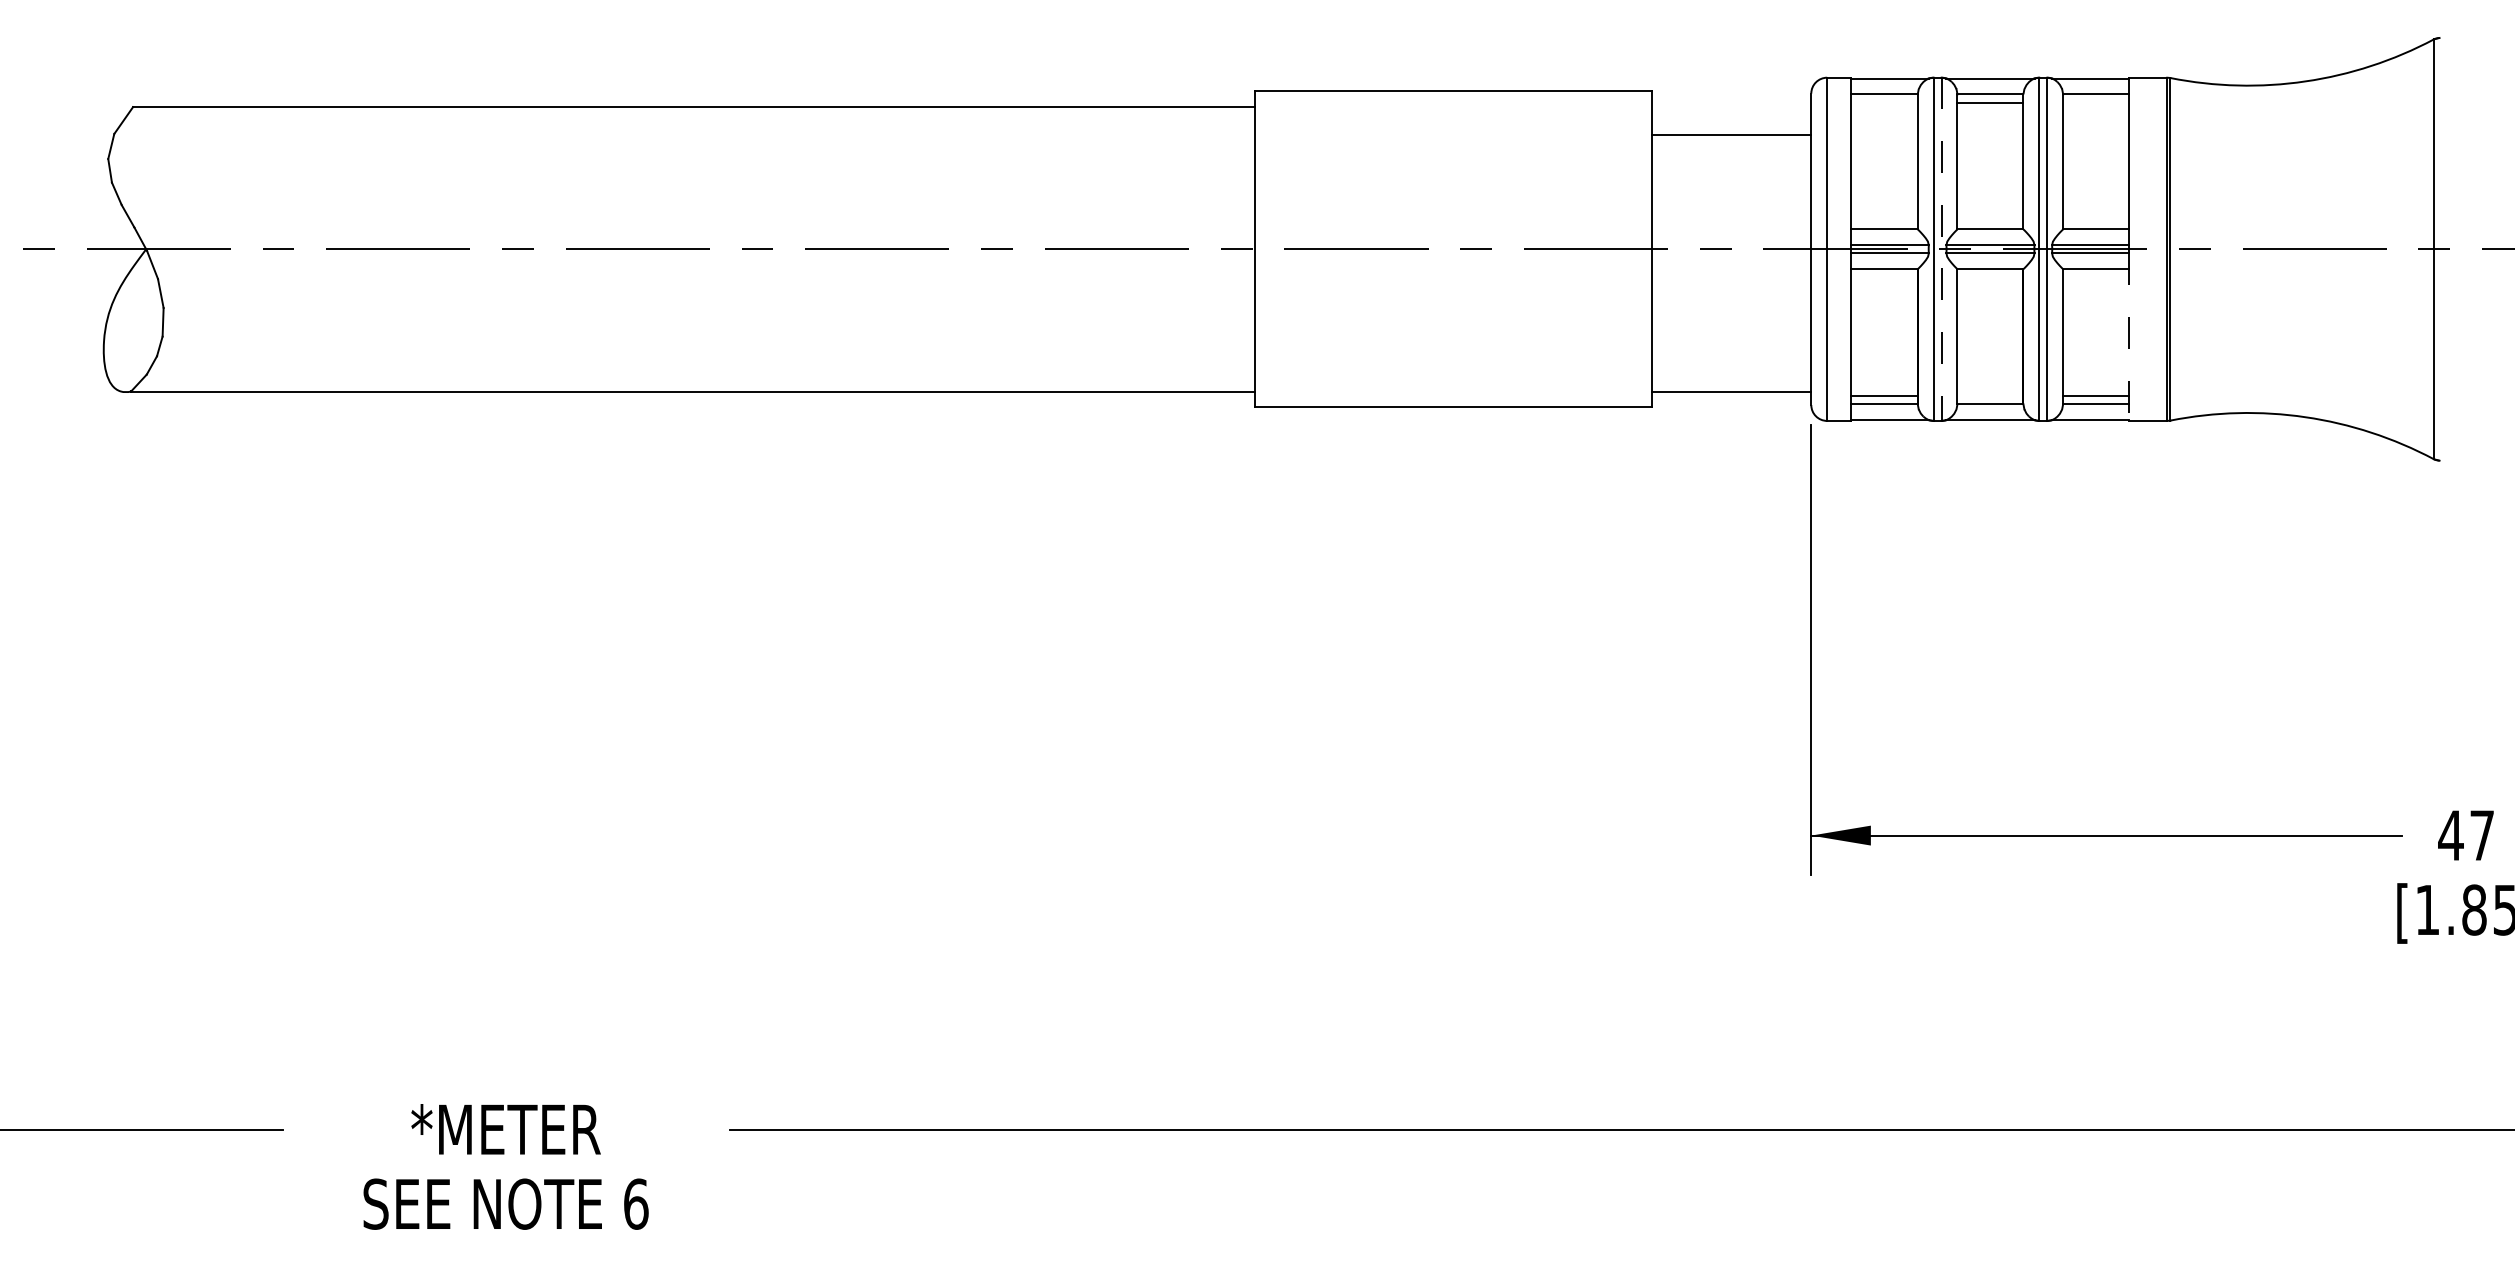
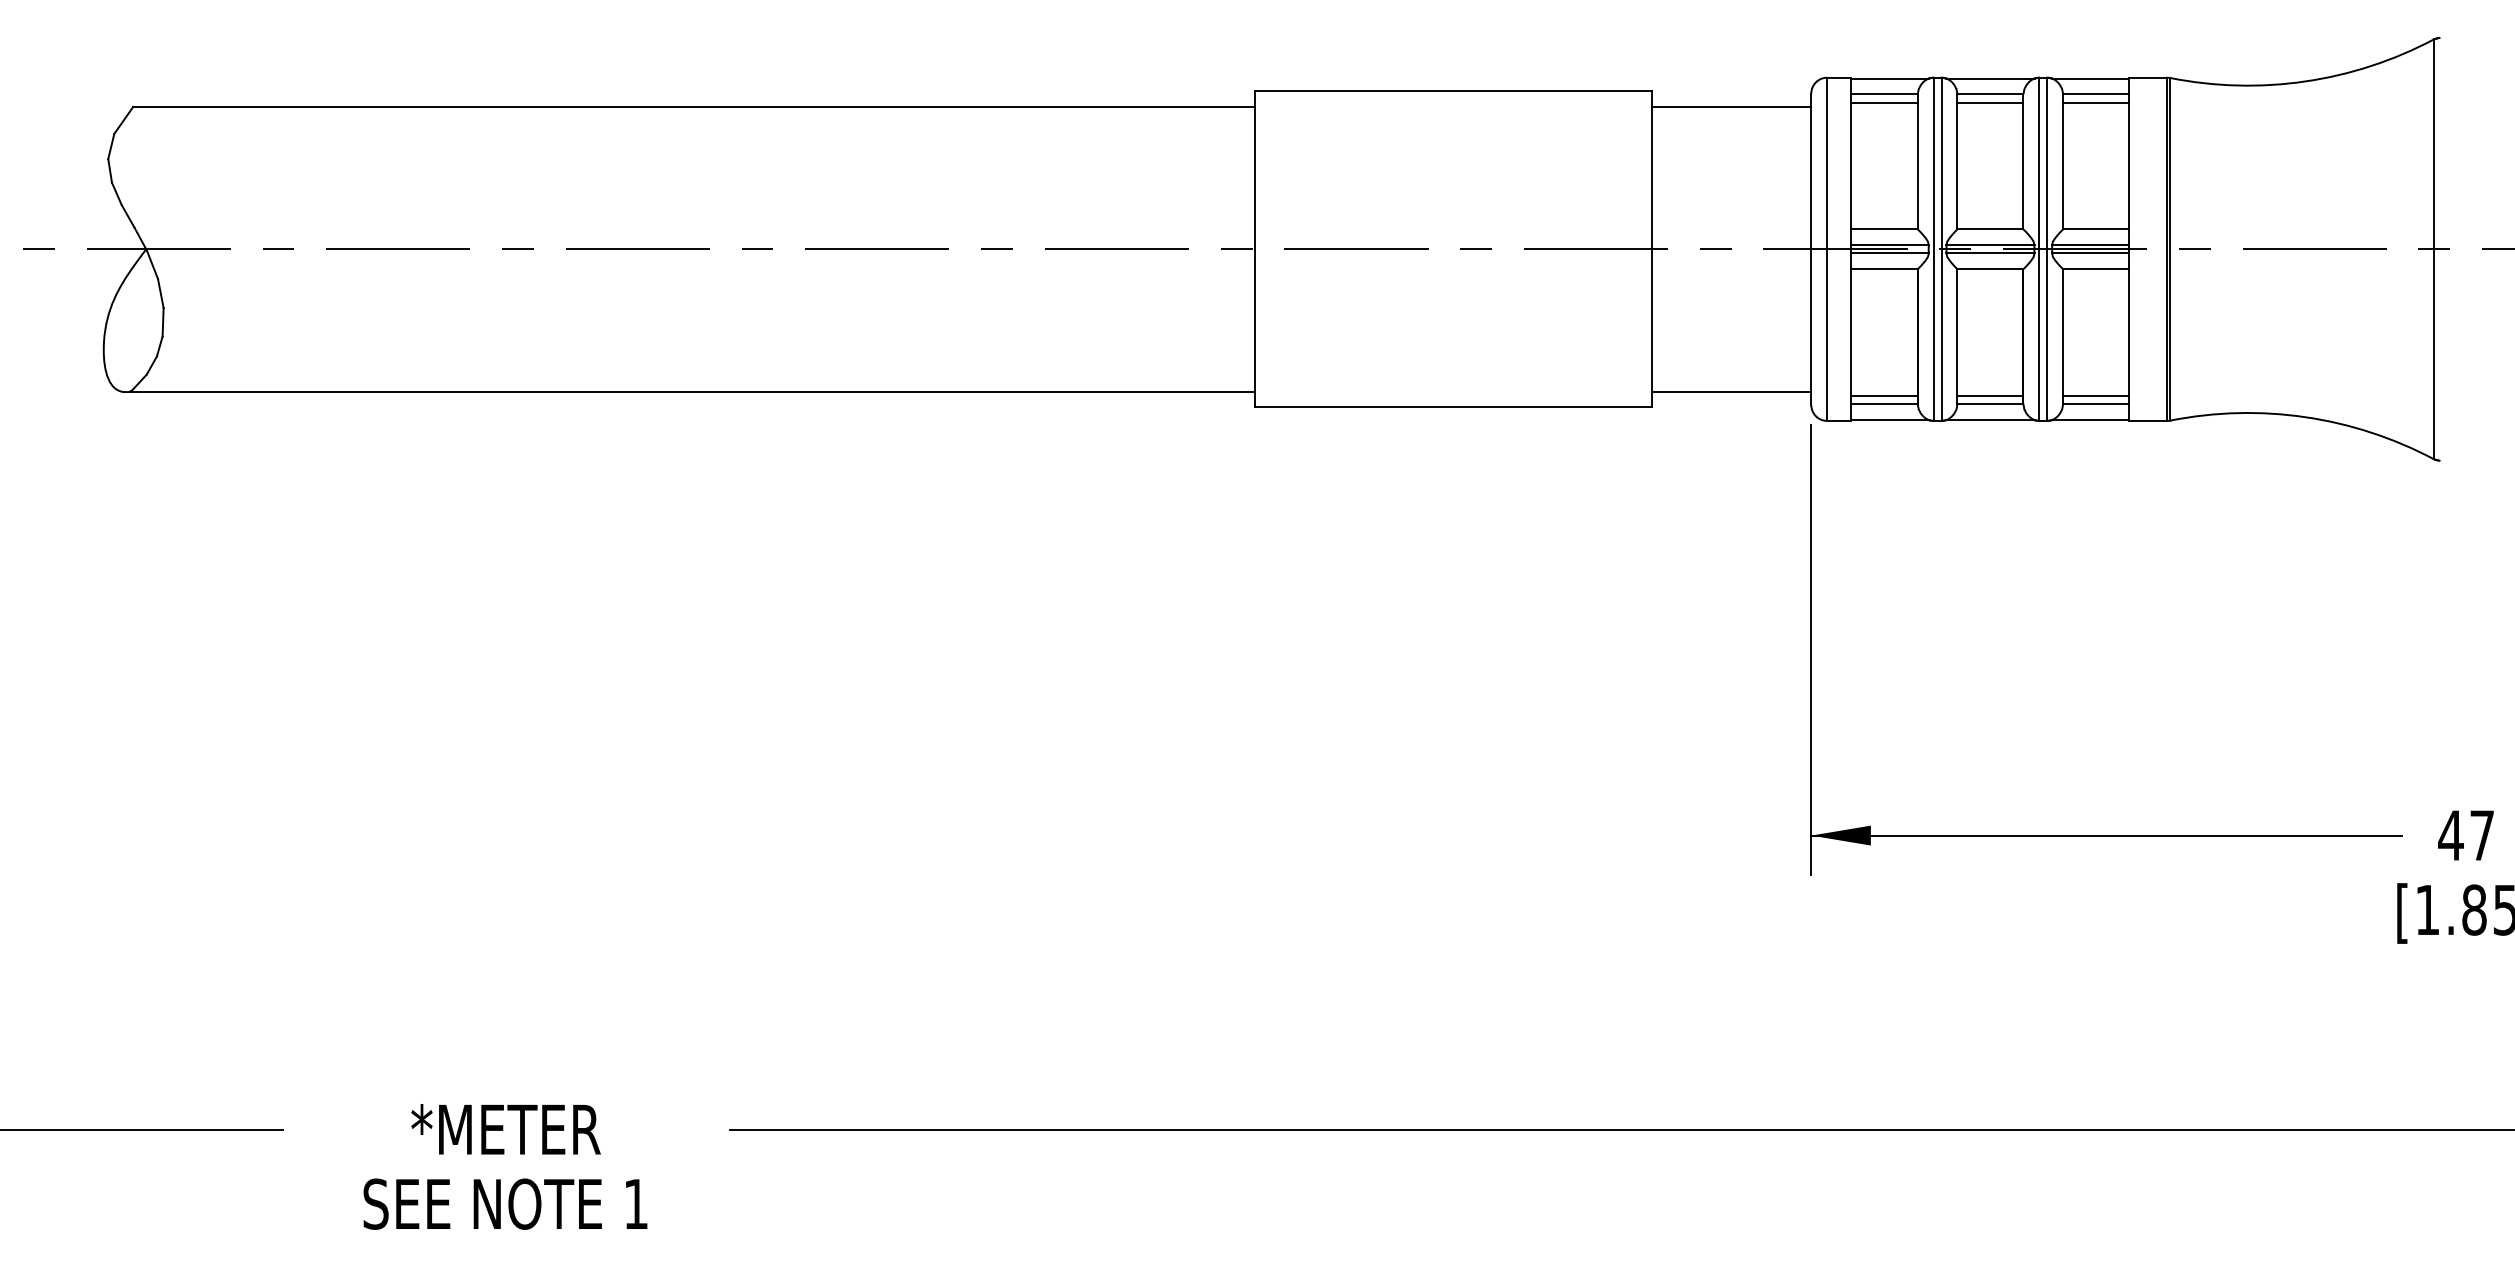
line at (1884, 102): none -> present
line at (2096, 102): none -> present
line at (1731, 135) position: (1731, 135) -> (1731, 107)
line at (1941, 249): dashed -> solid
line at (2129, 337): dashed -> solid
line at (1990, 395): none -> present
text at (636, 1203): 6 -> 1
